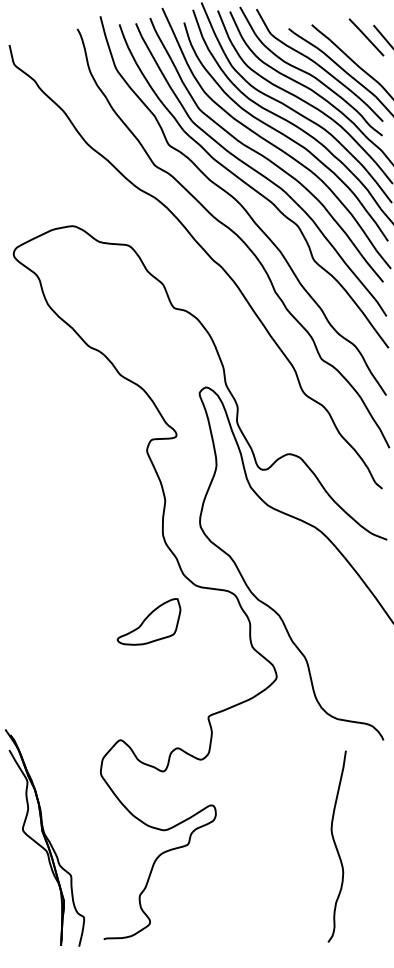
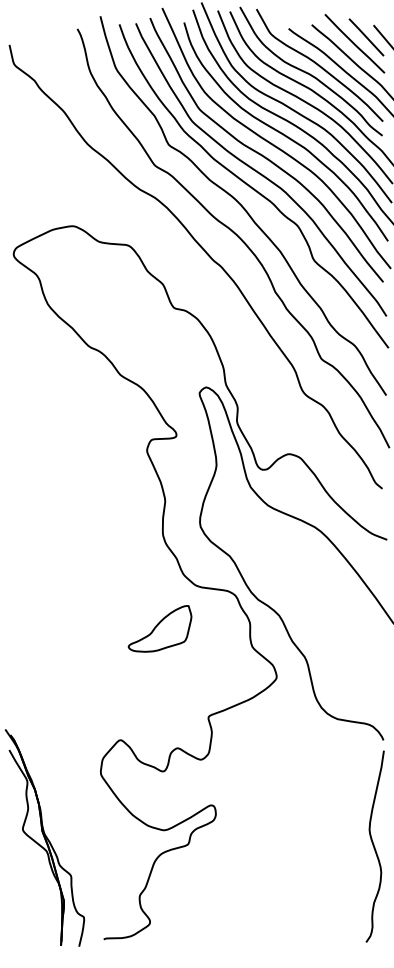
line at (354, 43): none -> present
part at (148, 621) position: (148, 621) -> (159, 628)
curve at (336, 846) position: (336, 846) -> (374, 846)
